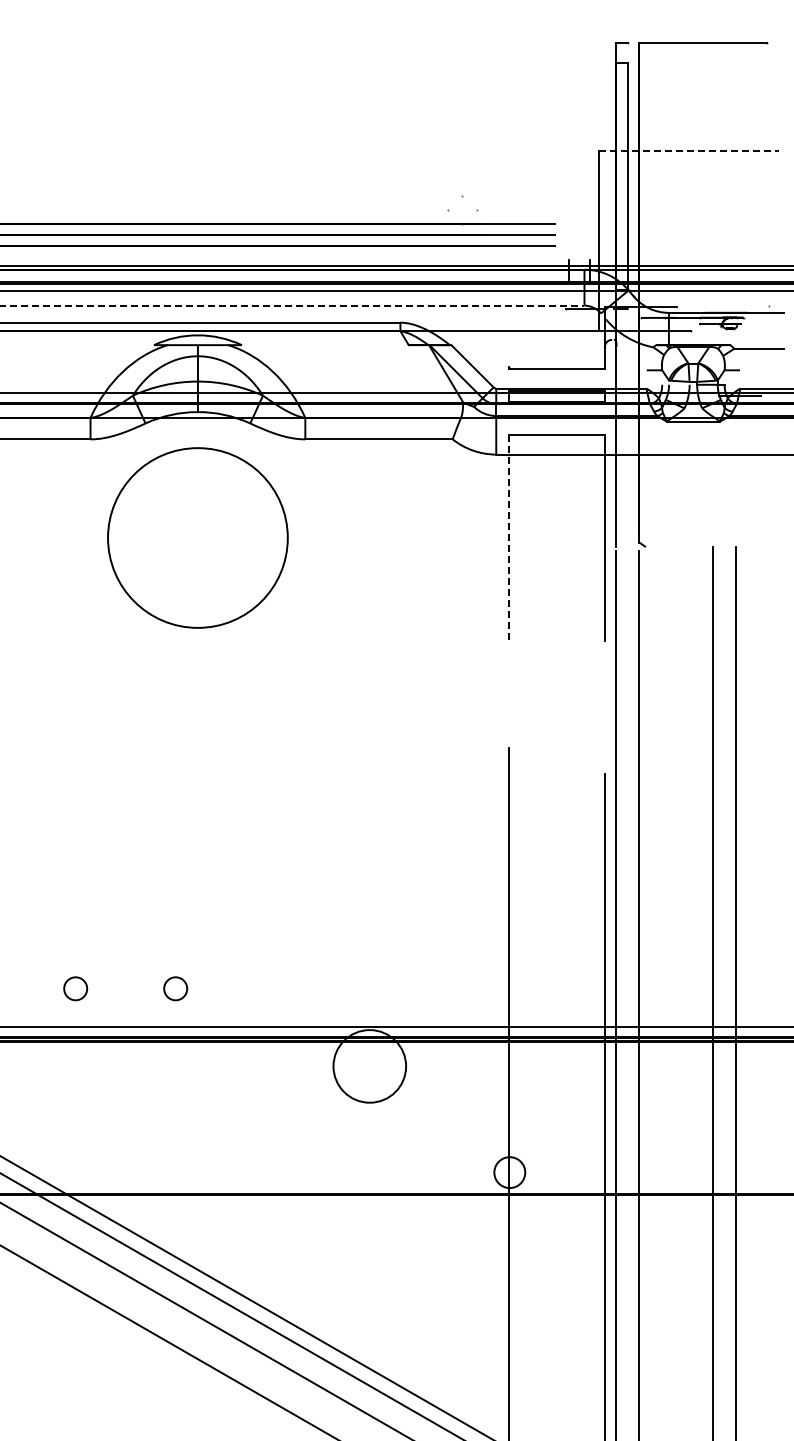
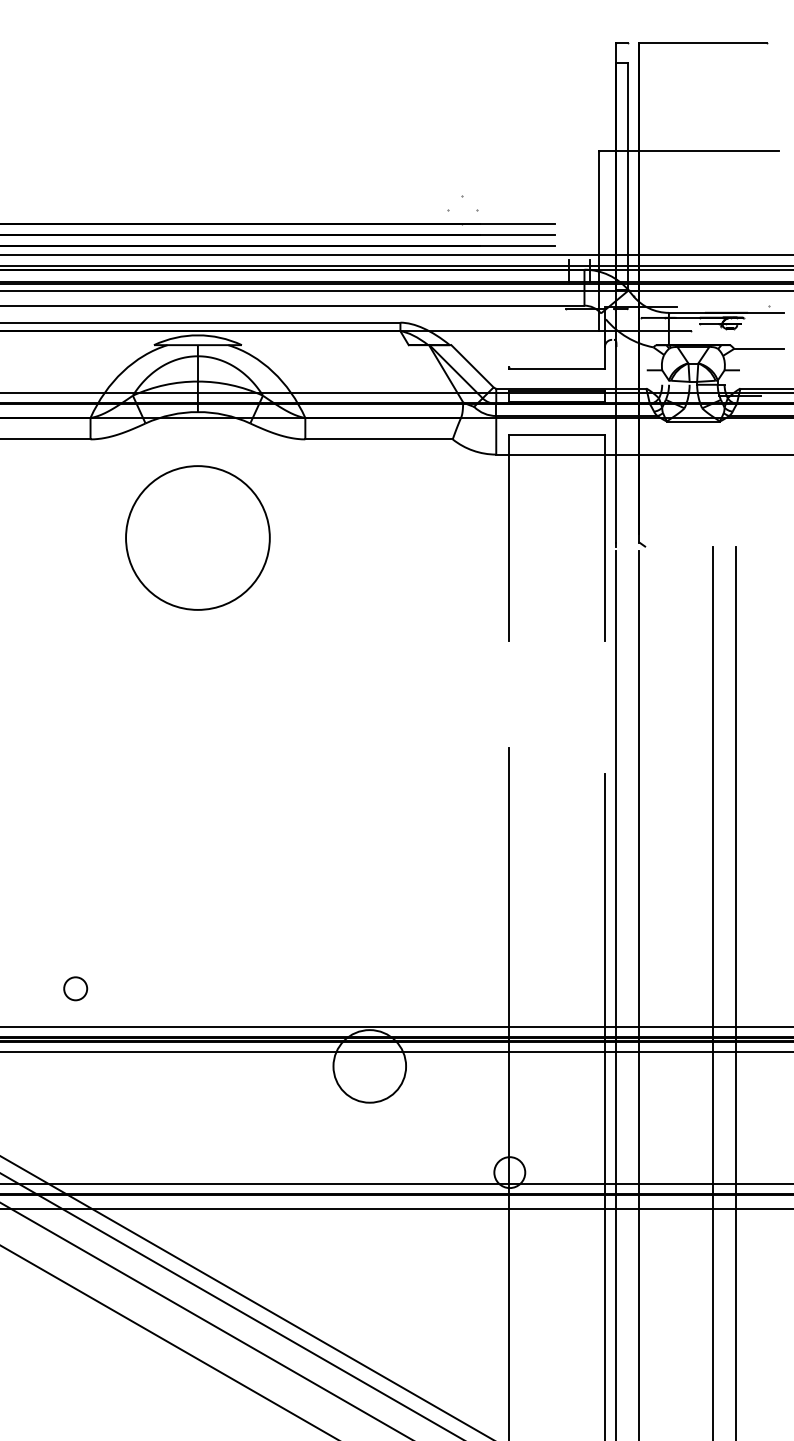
line at (689, 151): dashed -> solid
line at (396, 255): none -> present
line at (292, 305): dashed -> solid
circle at (197, 537) size: 182x182 px -> 146x146 px
line at (508, 538): dashed -> solid
circle at (175, 988): present -> none
line at (396, 1052): none -> present
line at (396, 1184): none -> present
line at (396, 1209): none -> present
